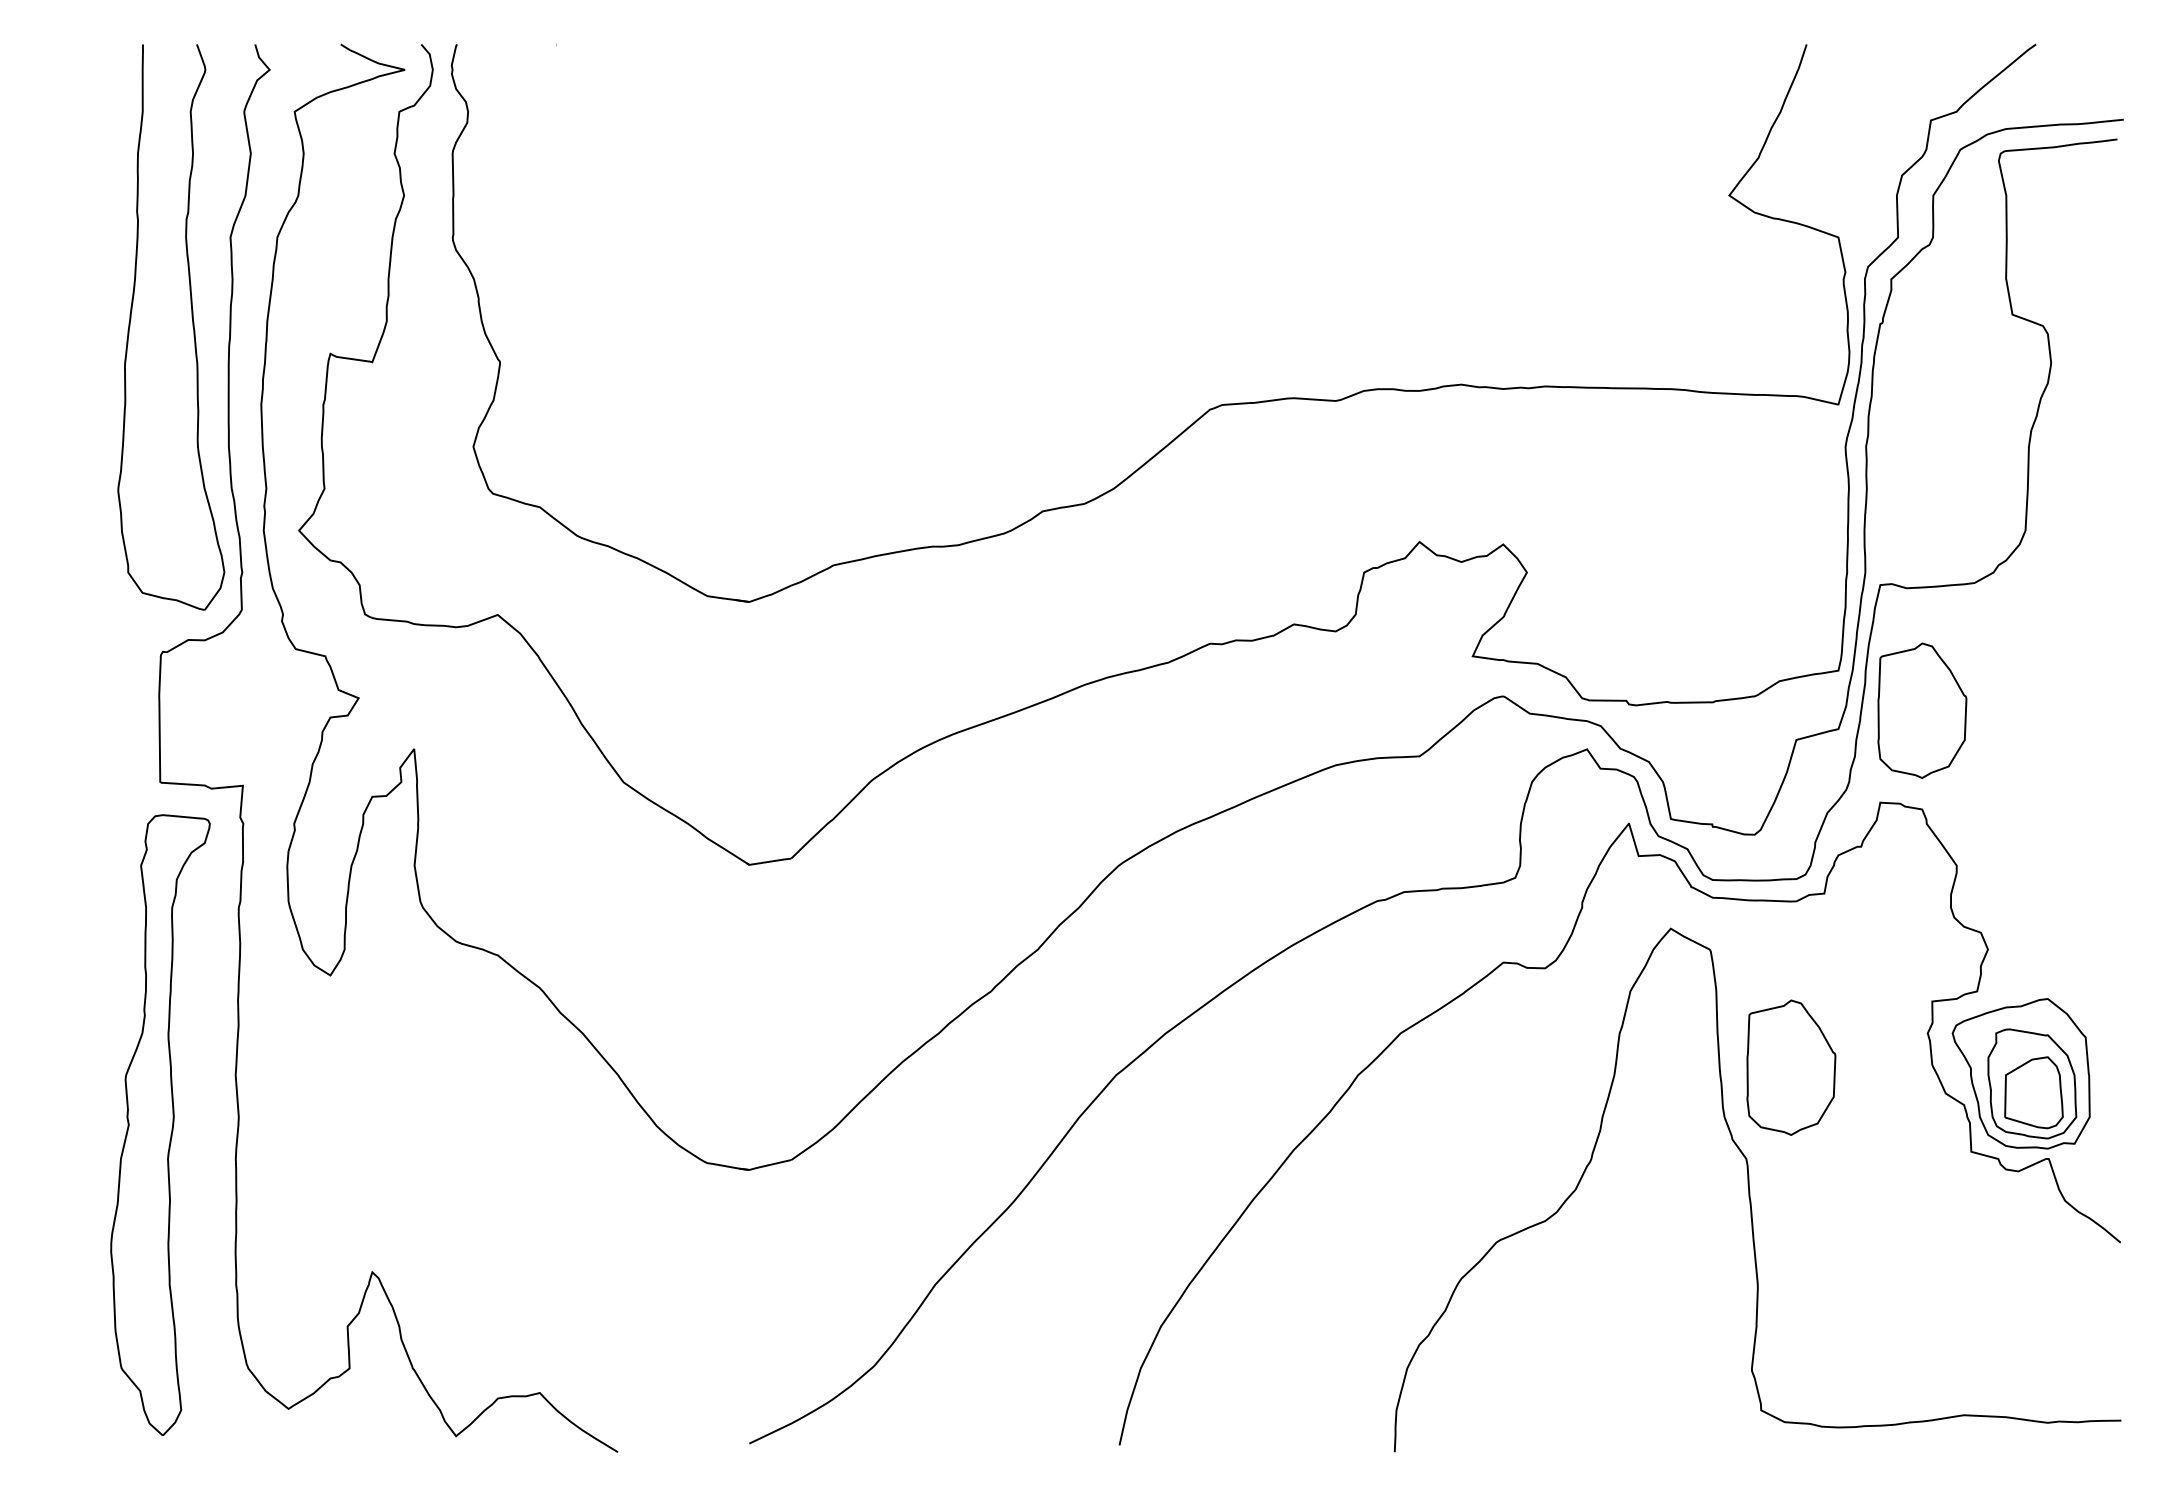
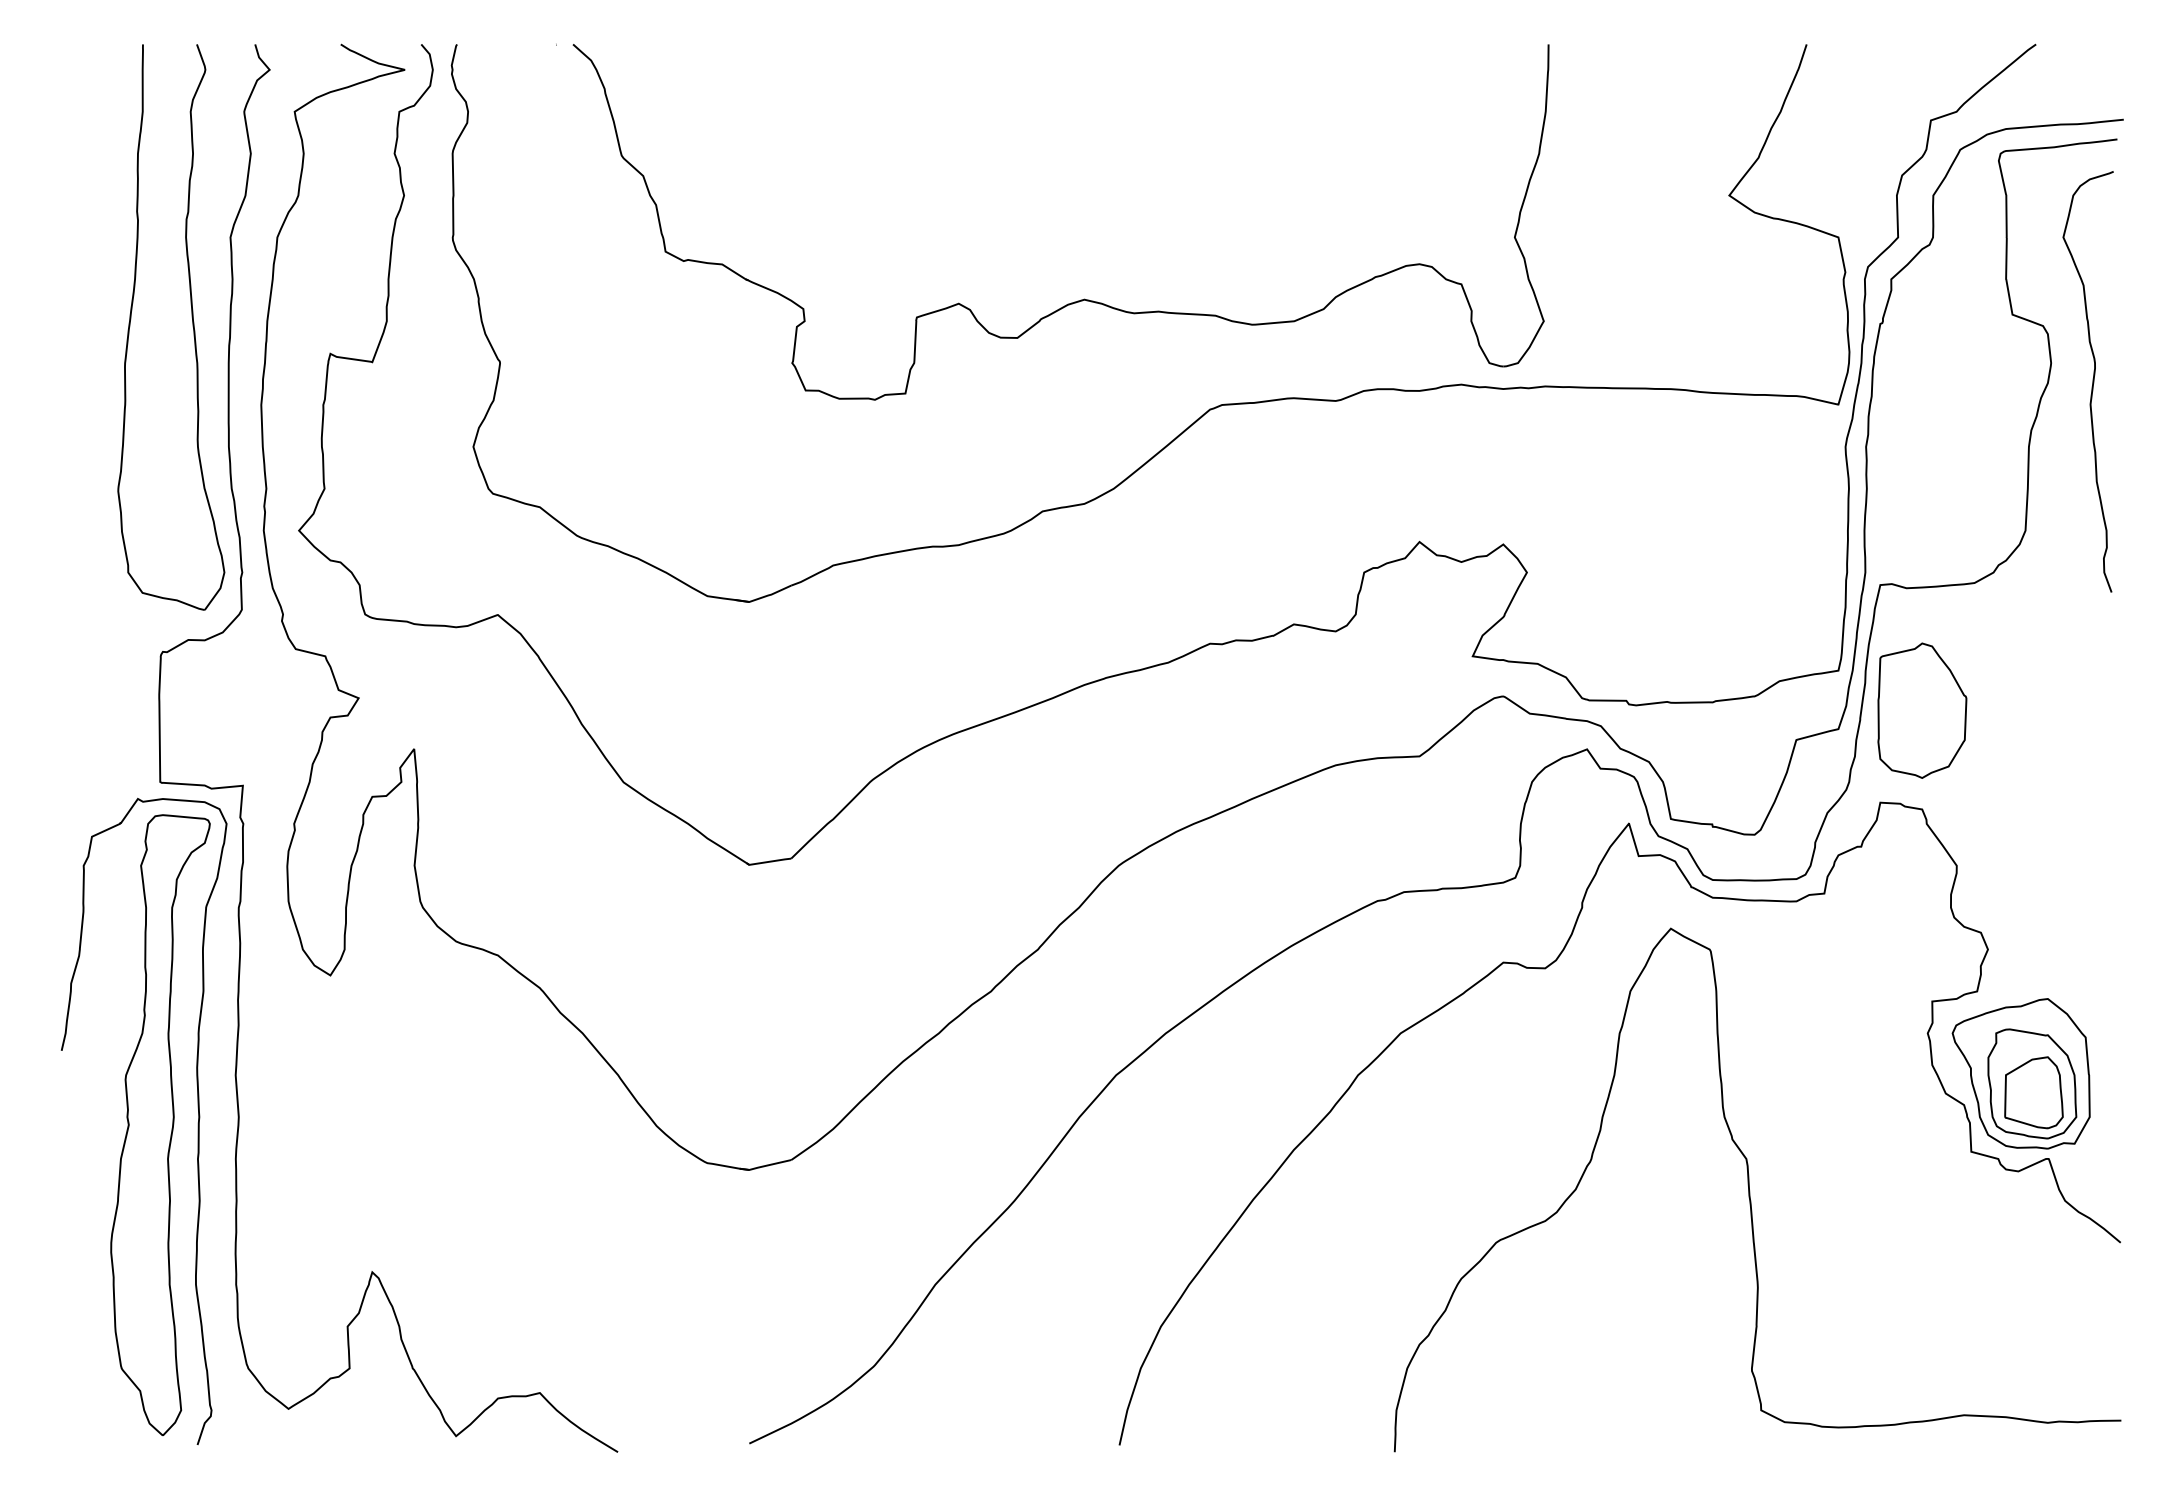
part at (1084, 298): none -> present
curve at (2092, 381): none -> present
part at (1791, 1067): present -> none
curve at (197, 1123): none -> present
